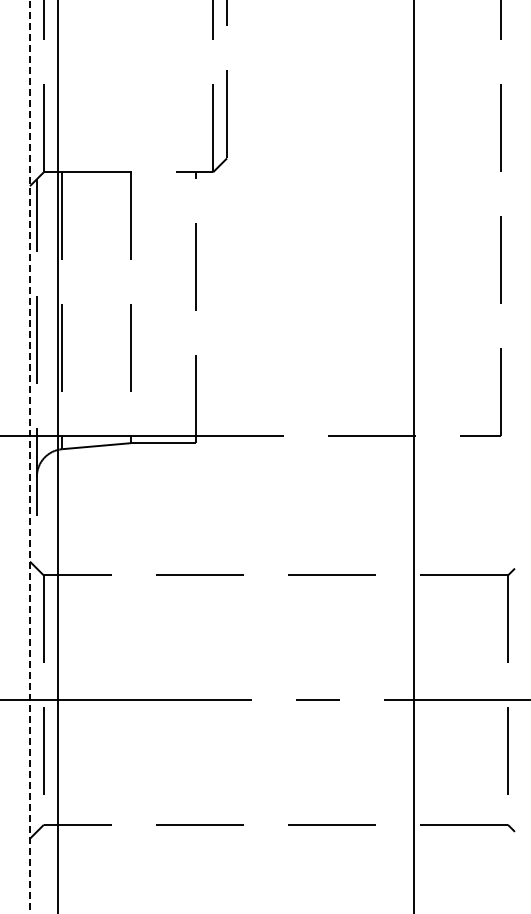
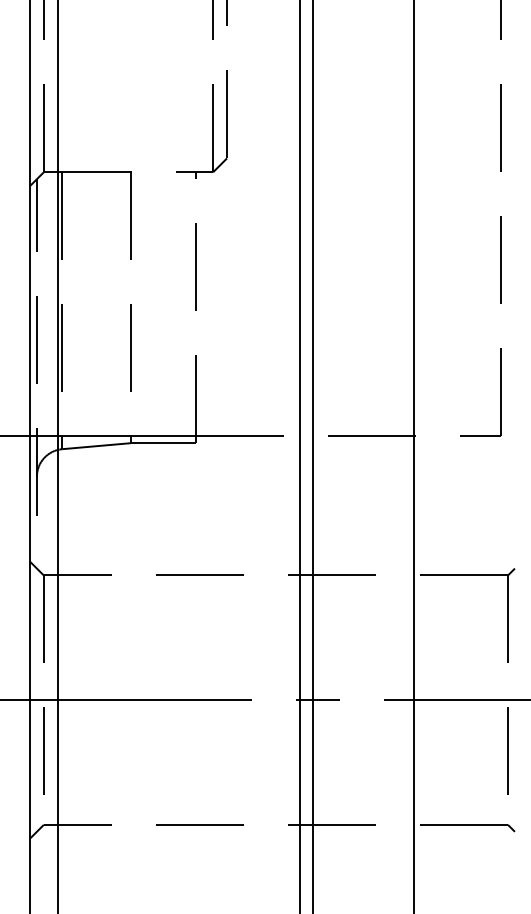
line at (29, 456): dashed -> solid
line at (299, 456): none -> present
line at (312, 456): none -> present
